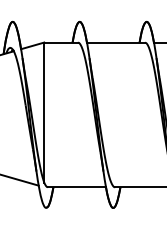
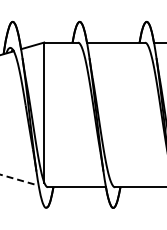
line at (19, 180): solid -> dashed
